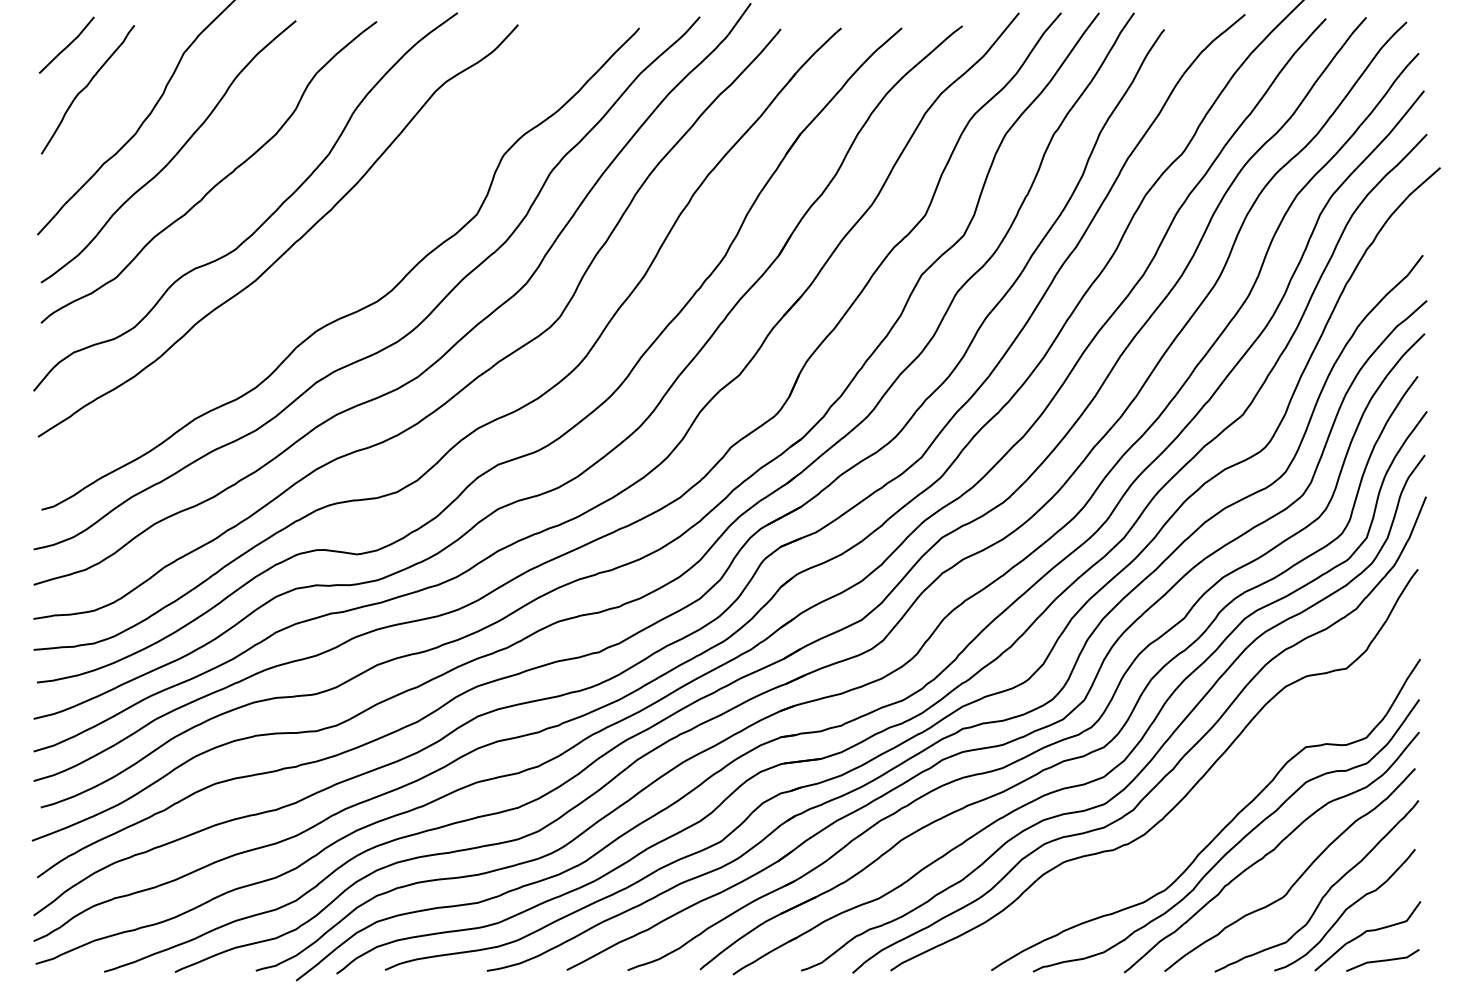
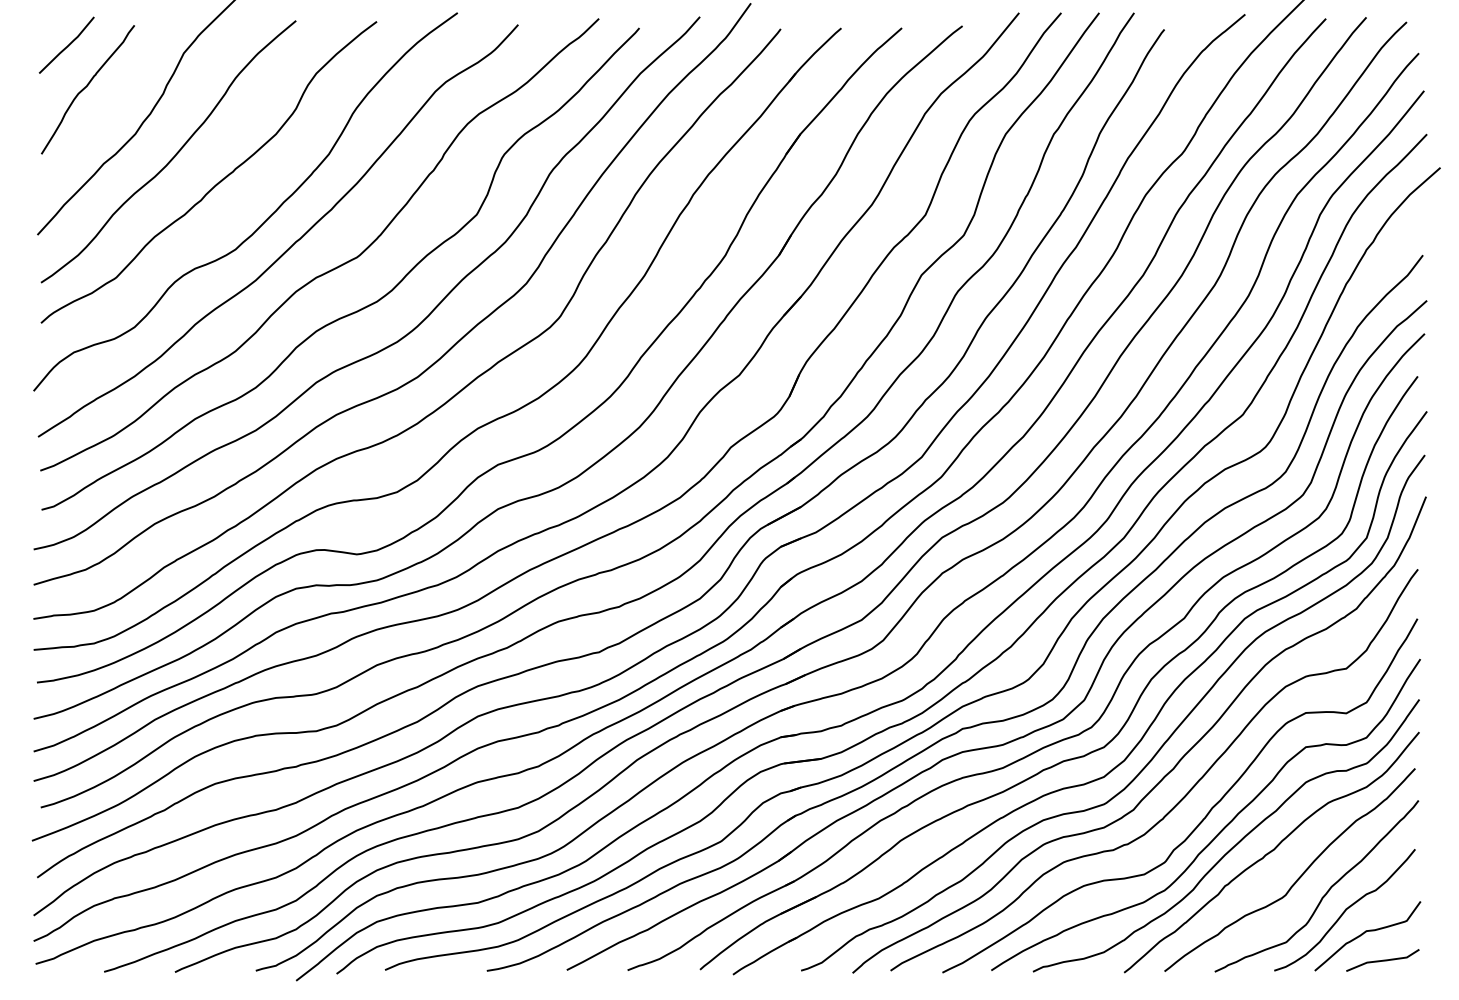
curve at (332, 268): none -> present
curve at (1207, 812): none -> present
